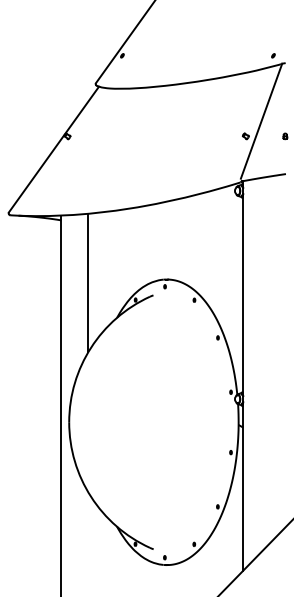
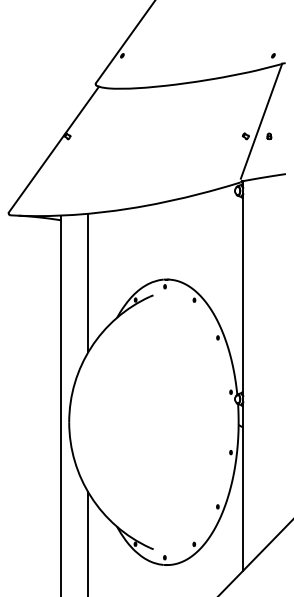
part at (285, 136) position: (285, 136) -> (269, 136)
line at (88, 542): none -> present
